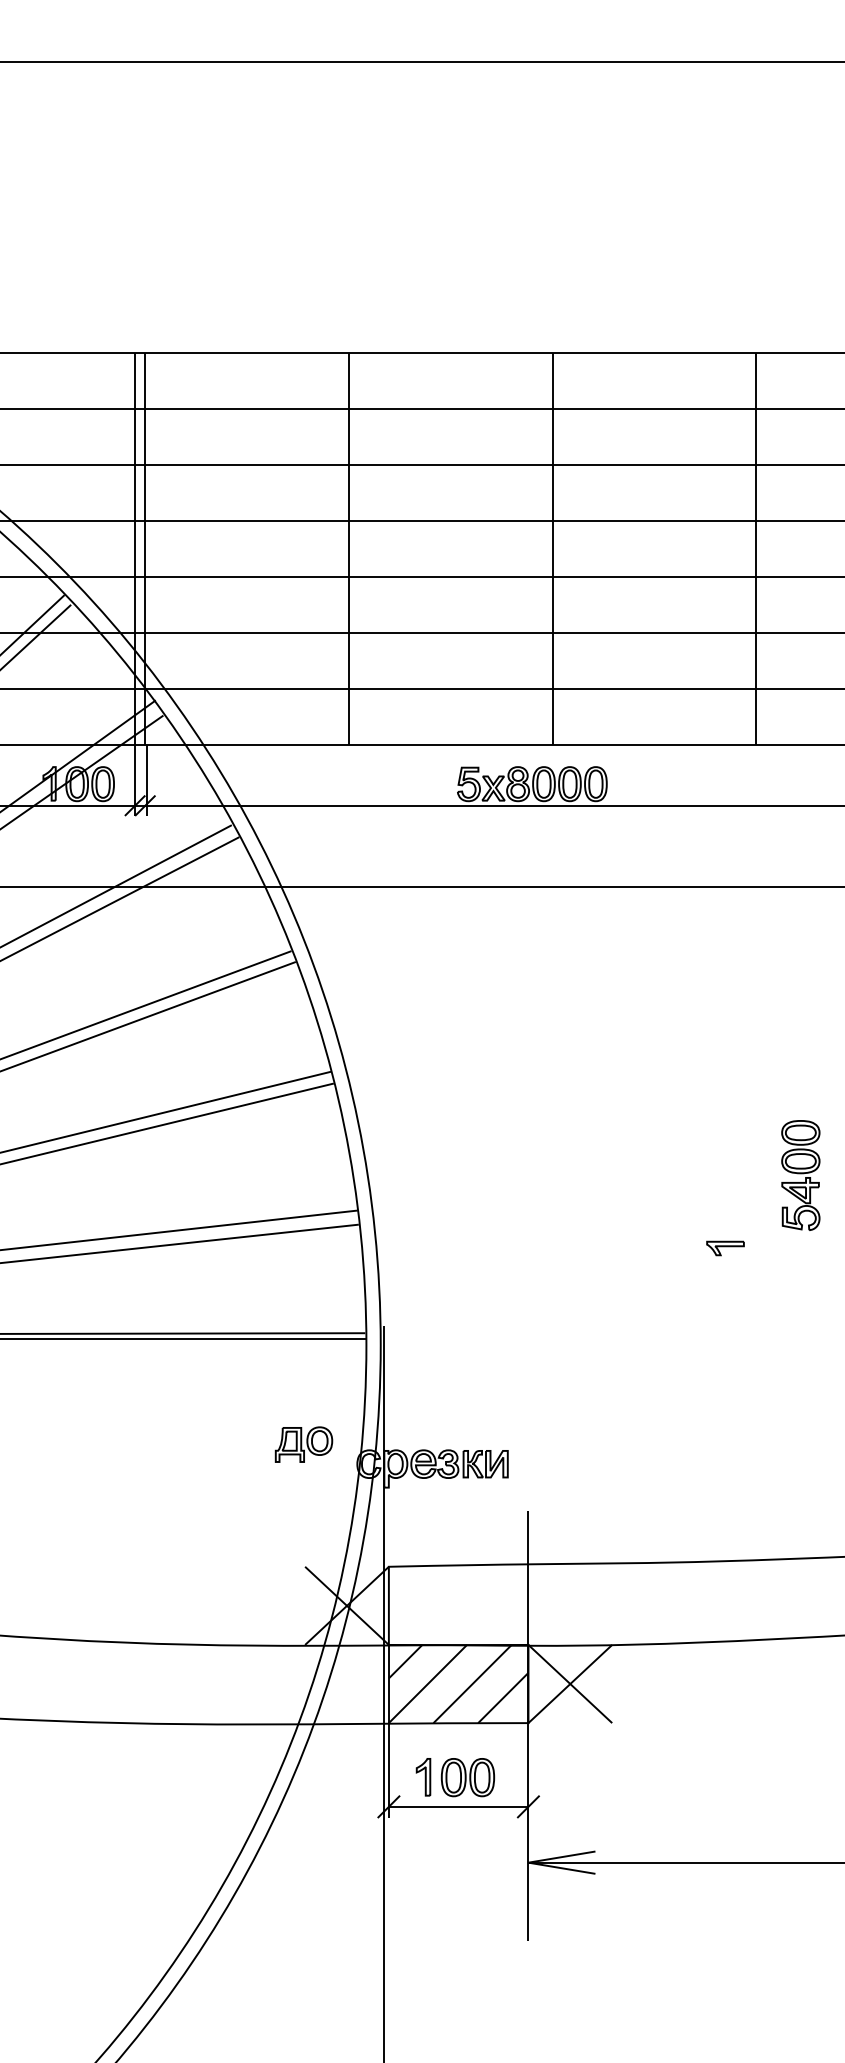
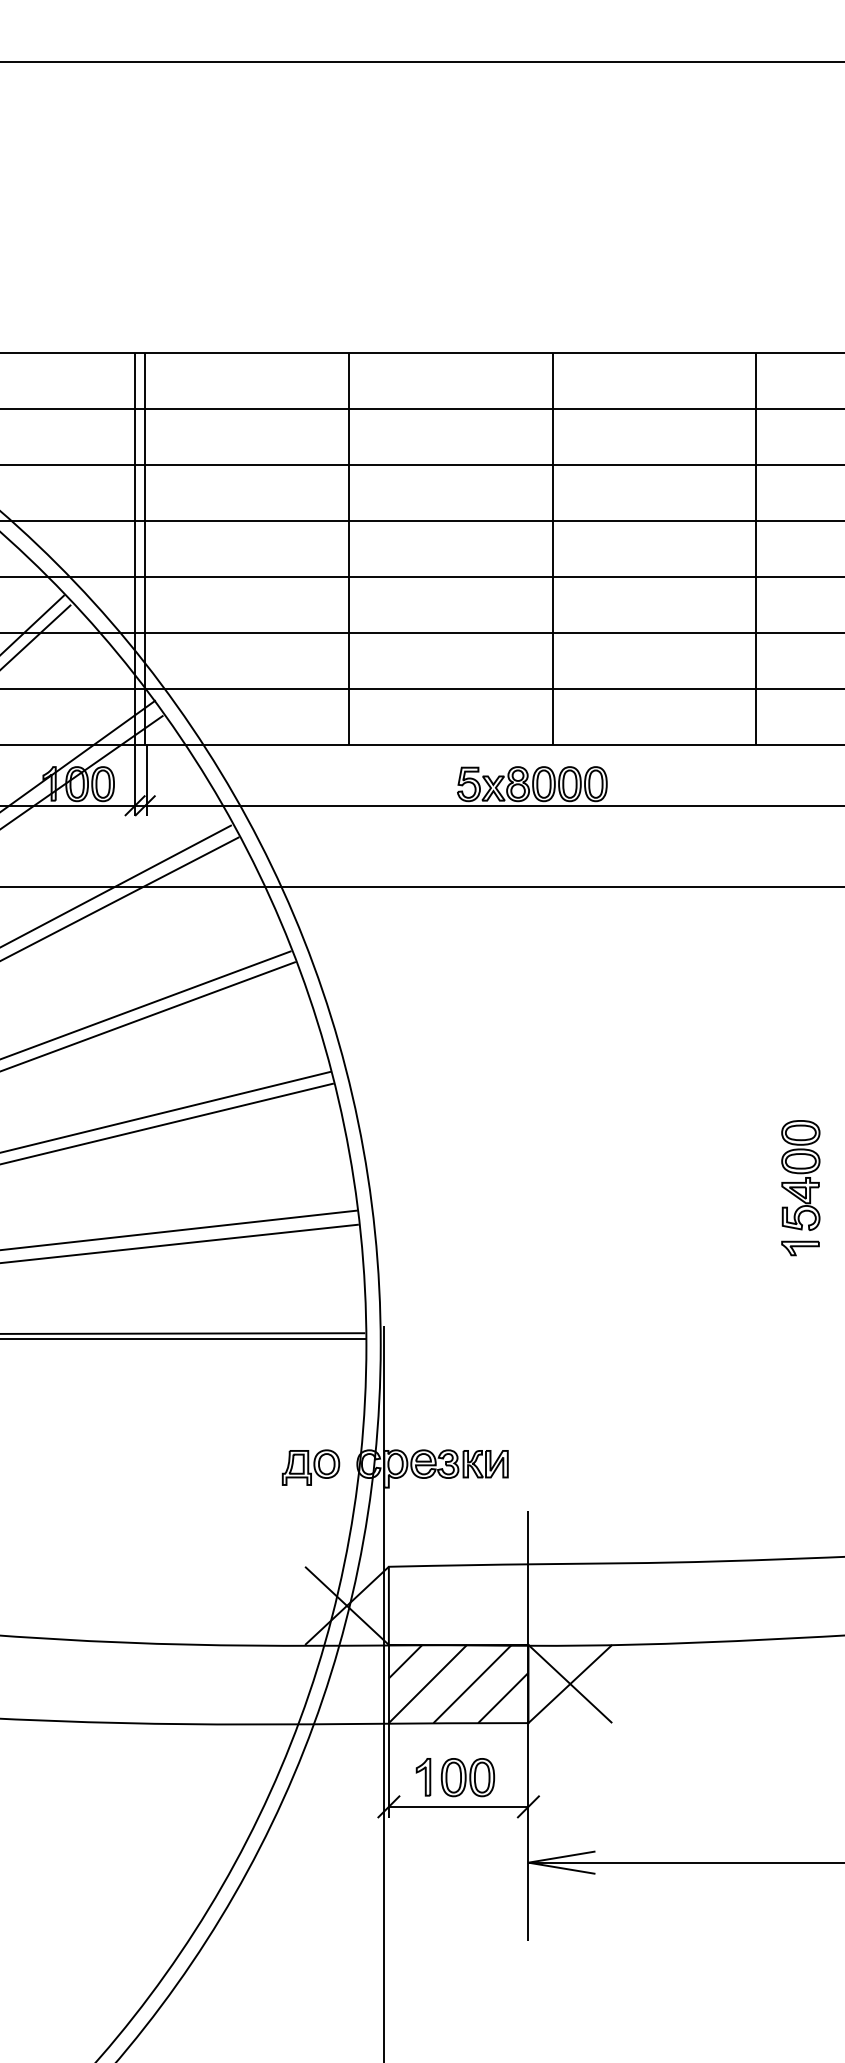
part at (725, 1248) position: (725, 1248) -> (800, 1248)
part at (303, 1444) position: (303, 1444) -> (310, 1467)
